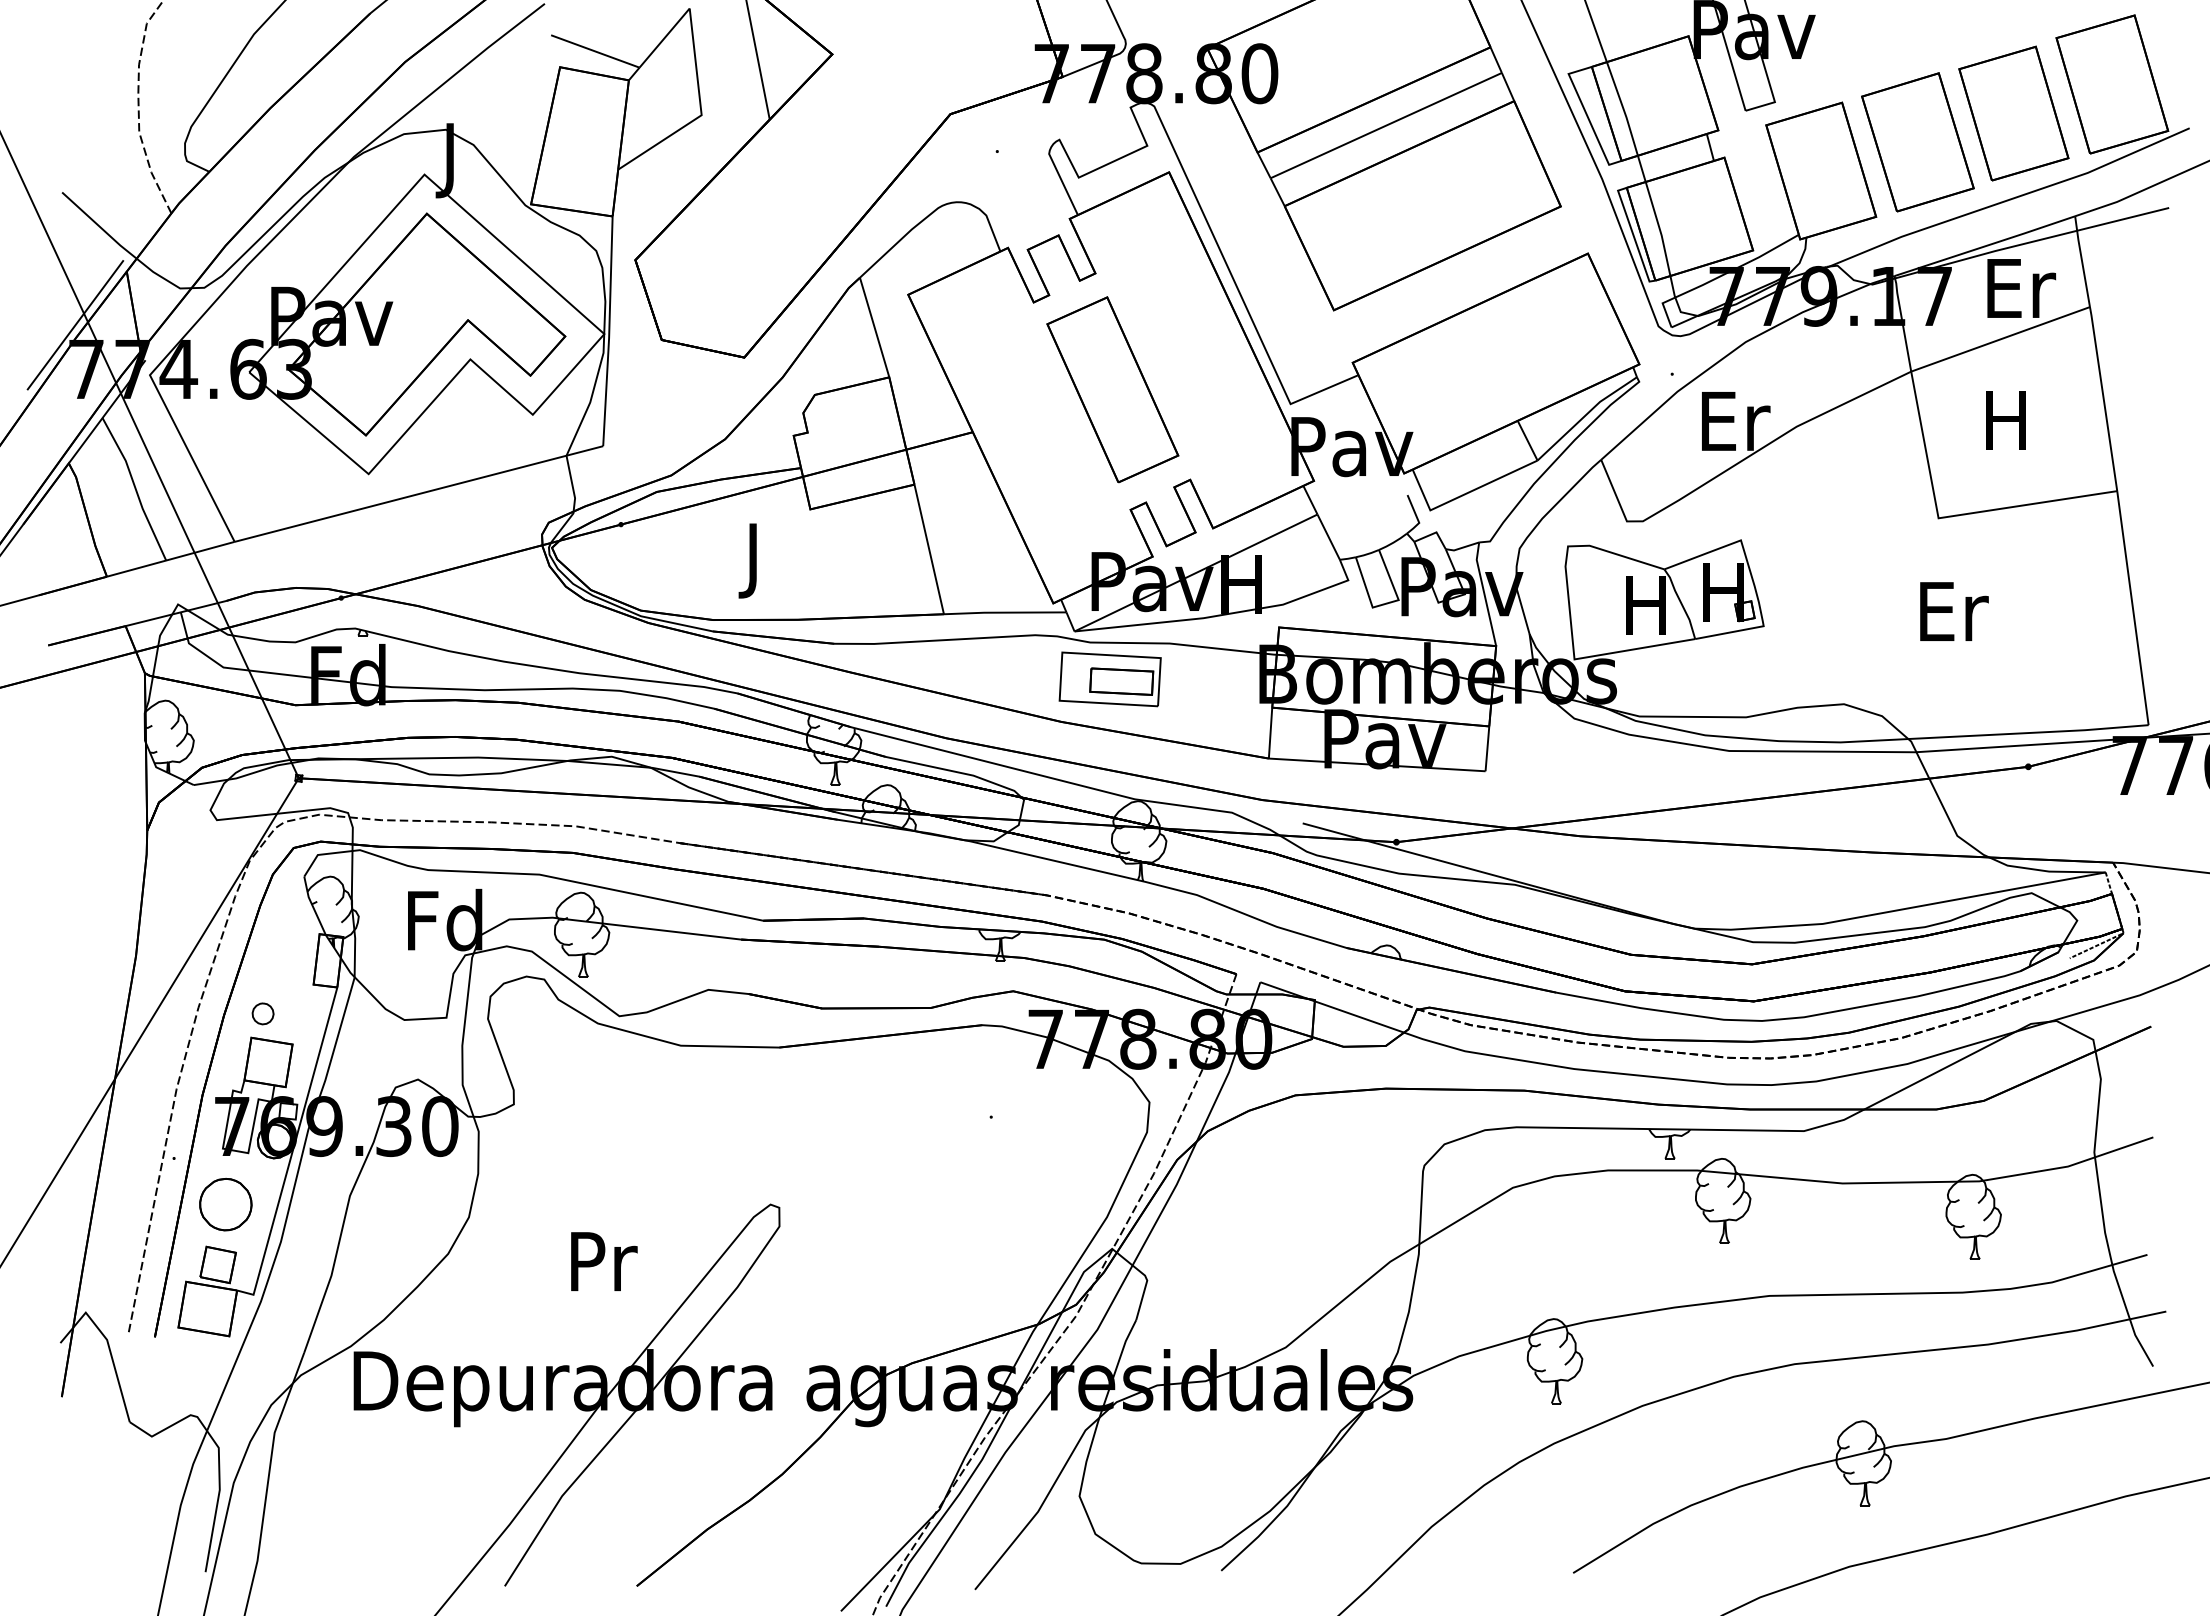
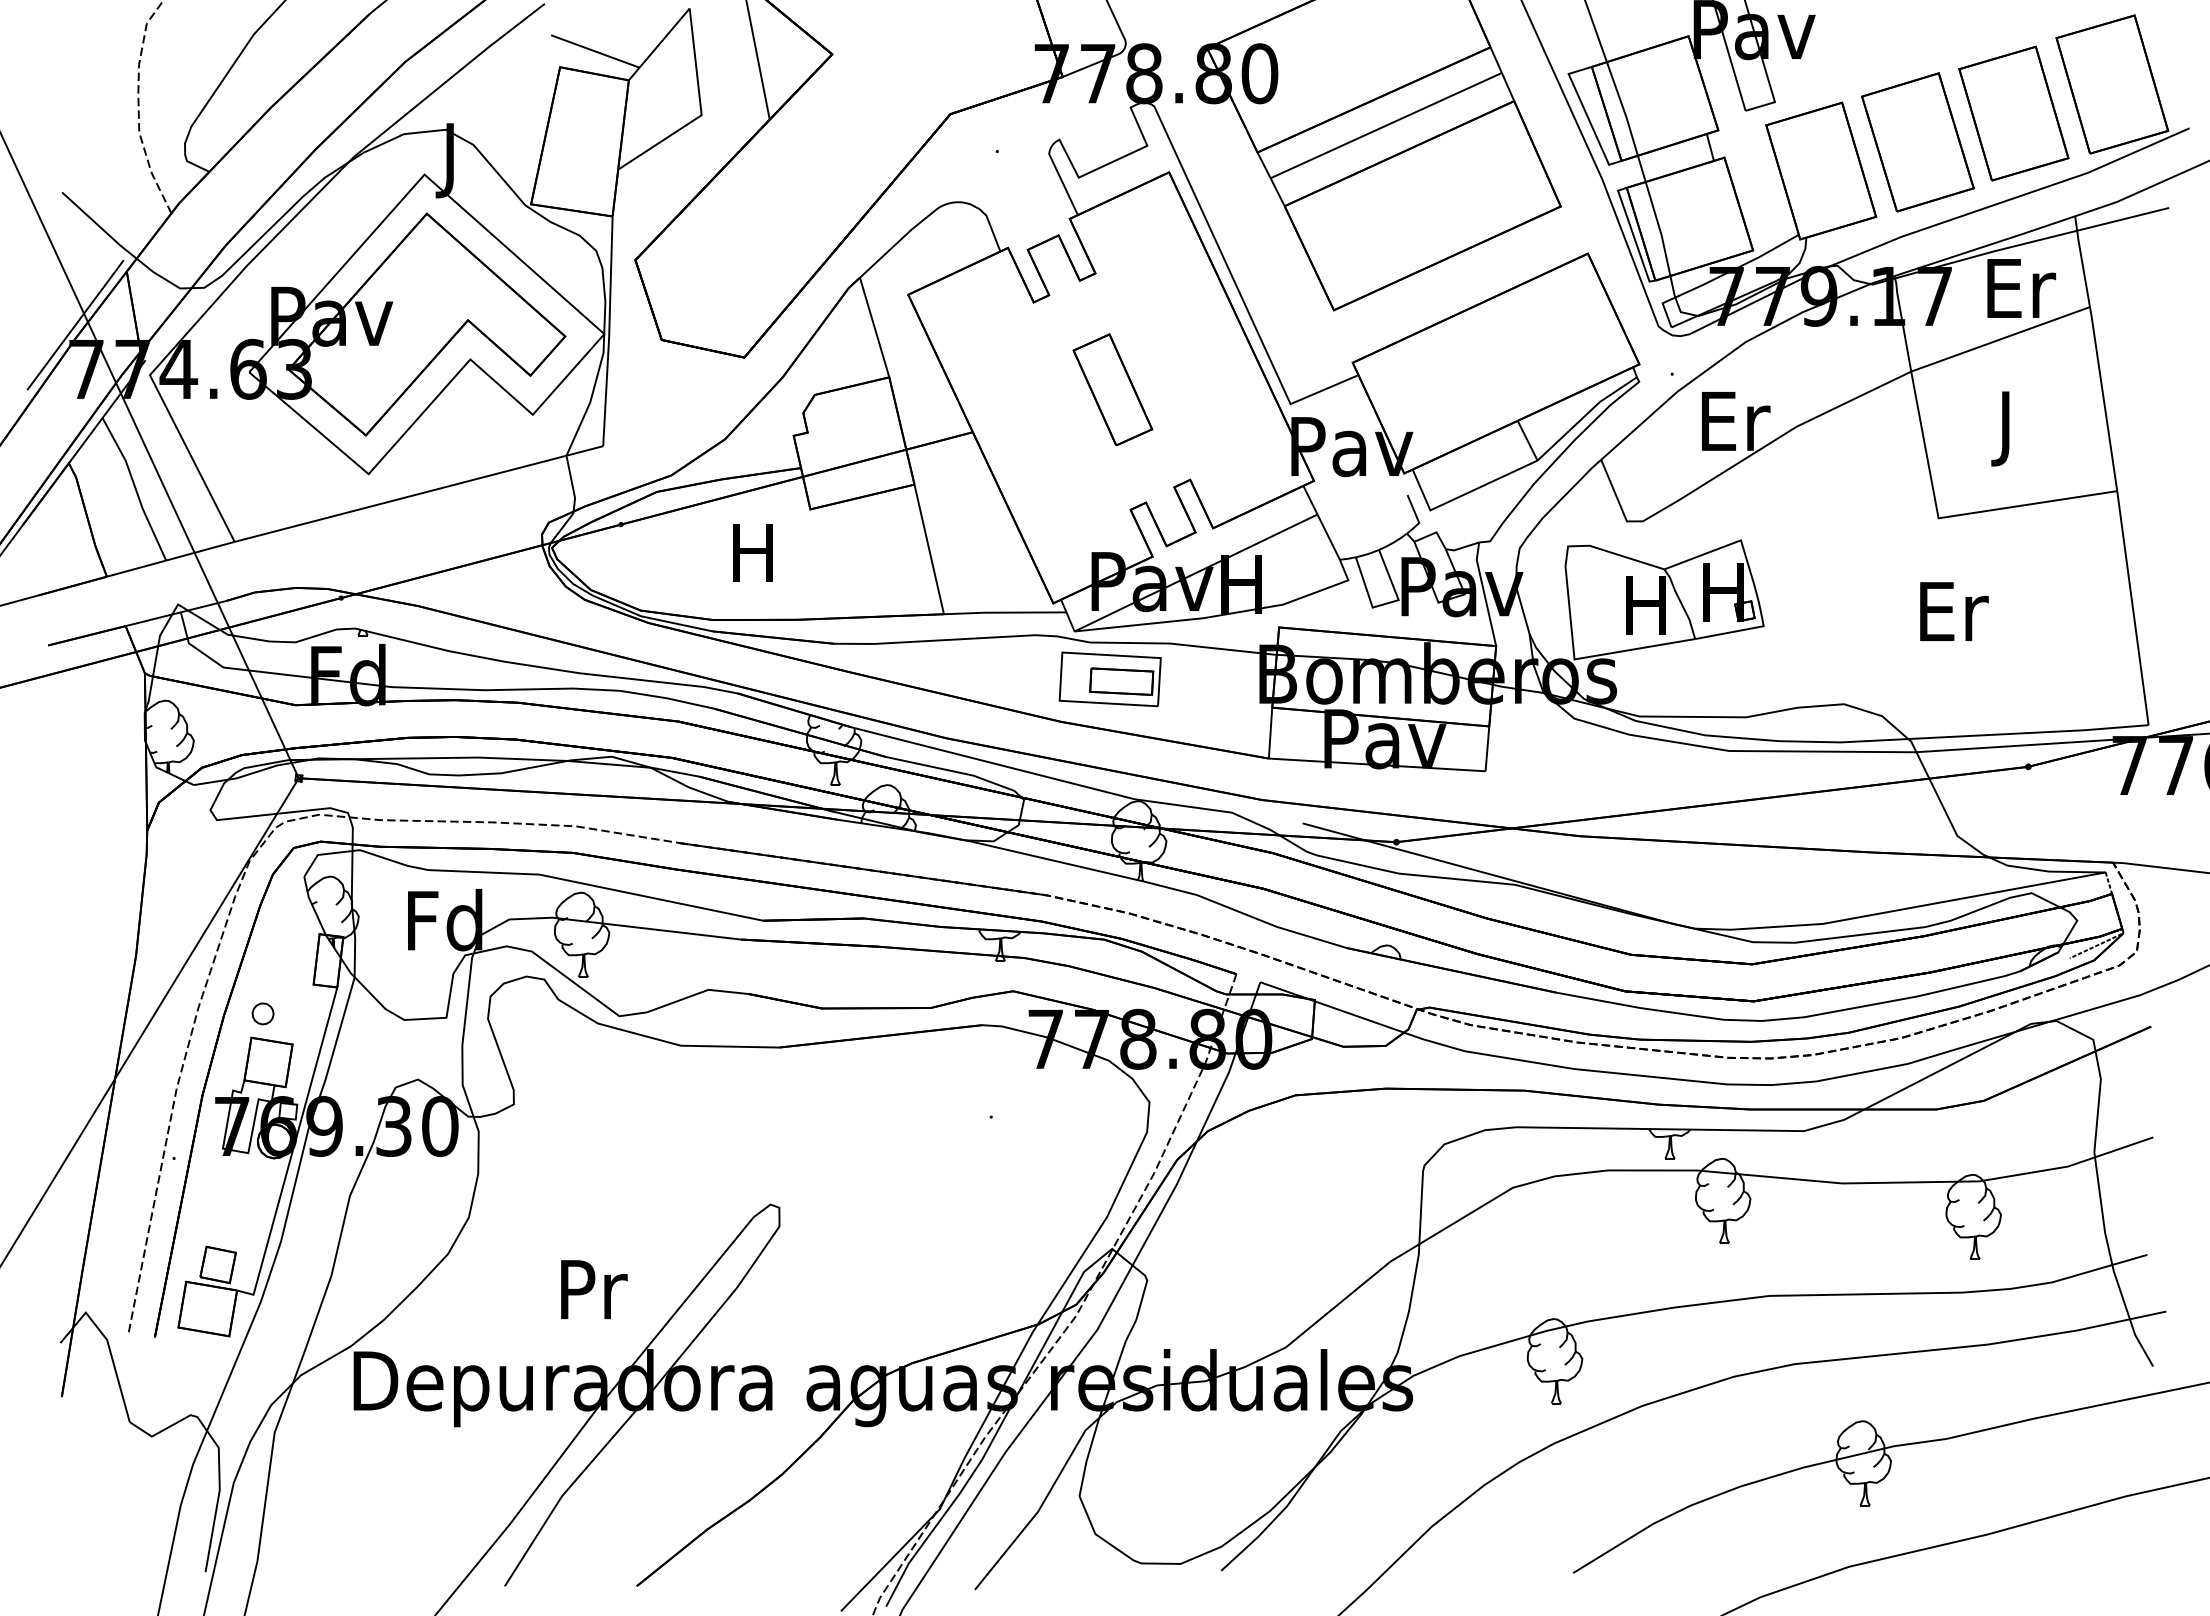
part at (1112, 389) size: 134x188 px -> 82x114 px
text at (2005, 428): H -> J
text at (752, 560): J -> H
part at (225, 1204): present -> none
text at (604, 1261) position: (604, 1261) -> (594, 1289)
